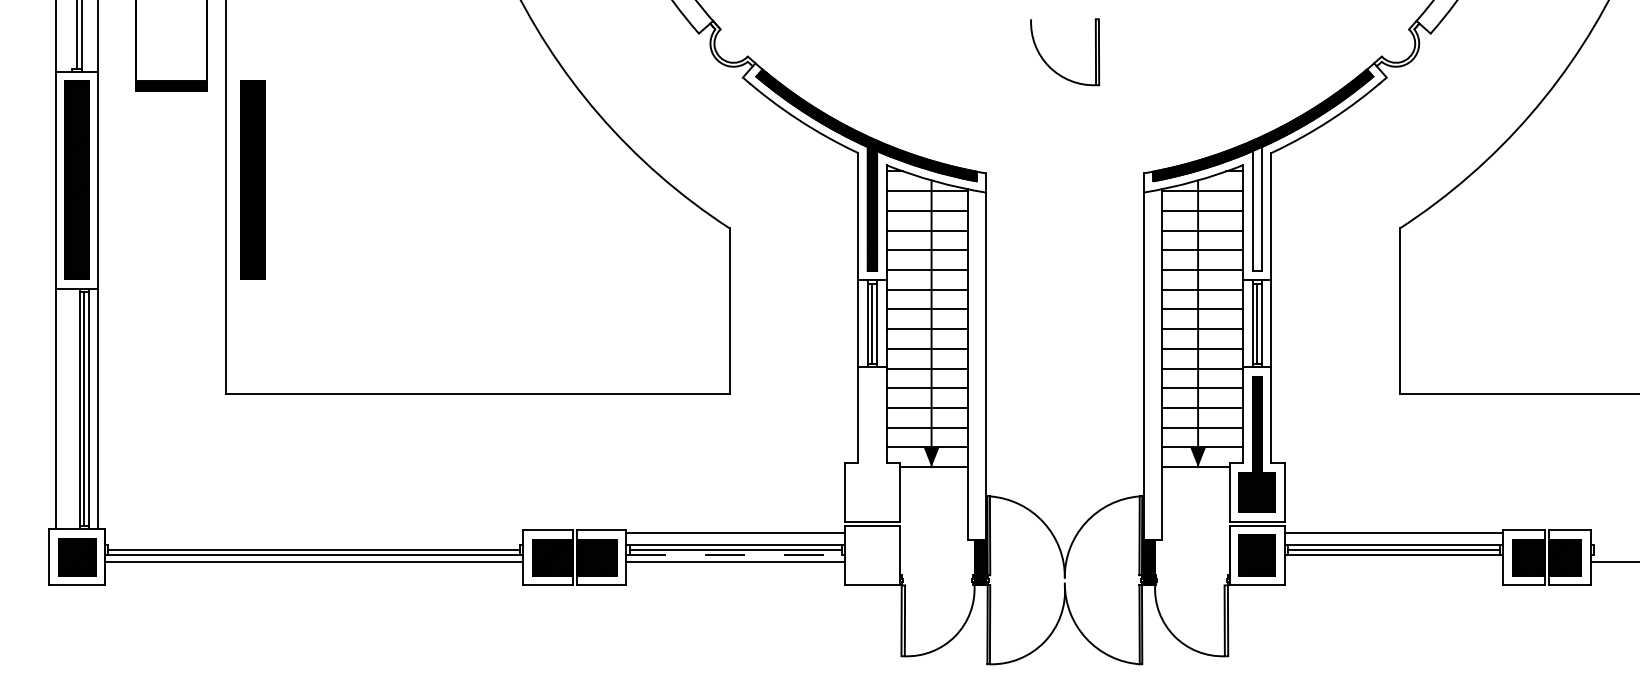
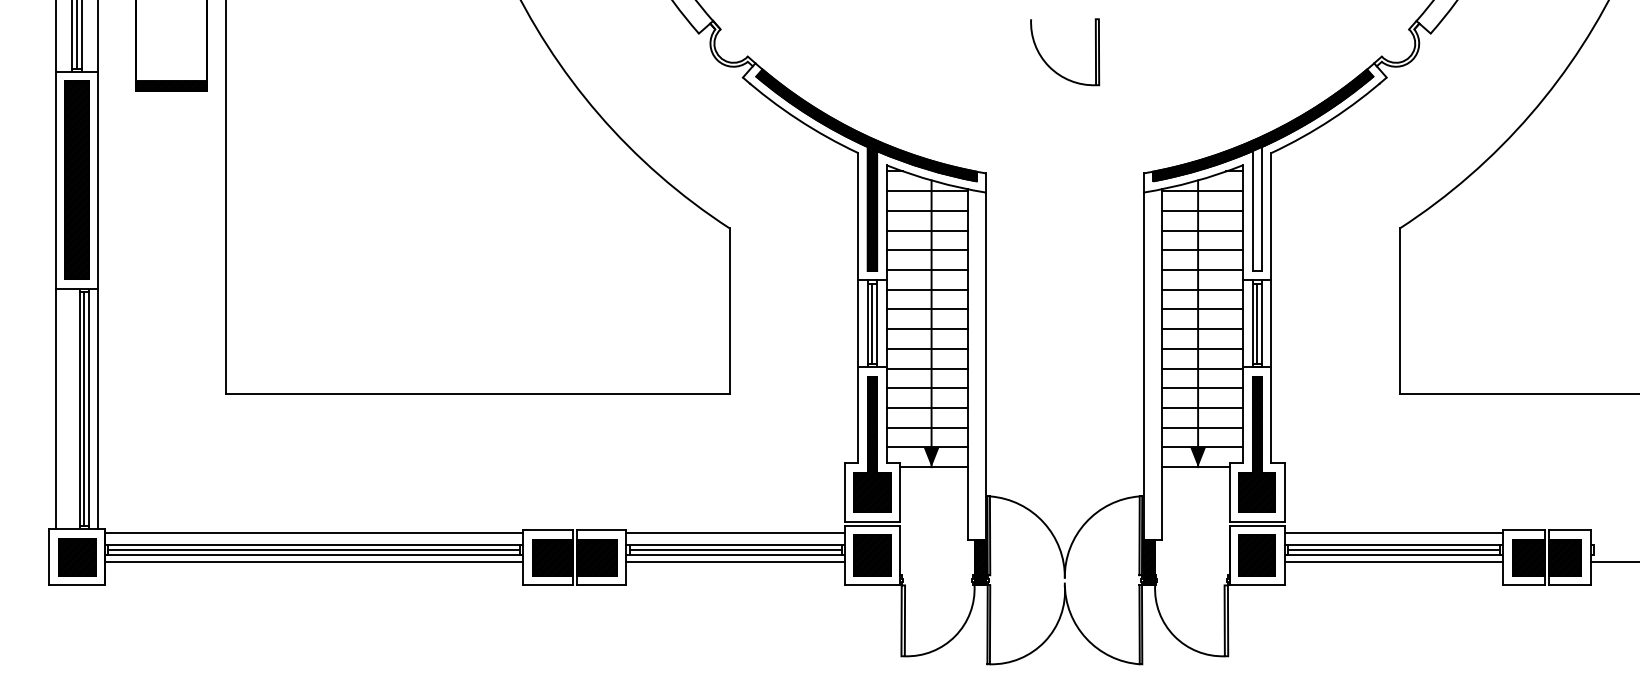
line at (72, 35): none -> present
part at (252, 179): present -> none
part at (872, 444): none -> present
line at (314, 533): none -> present
line at (313, 545): none -> present
line at (734, 554): dashed -> solid
part at (872, 555): none -> present
line at (1393, 561): none -> present
